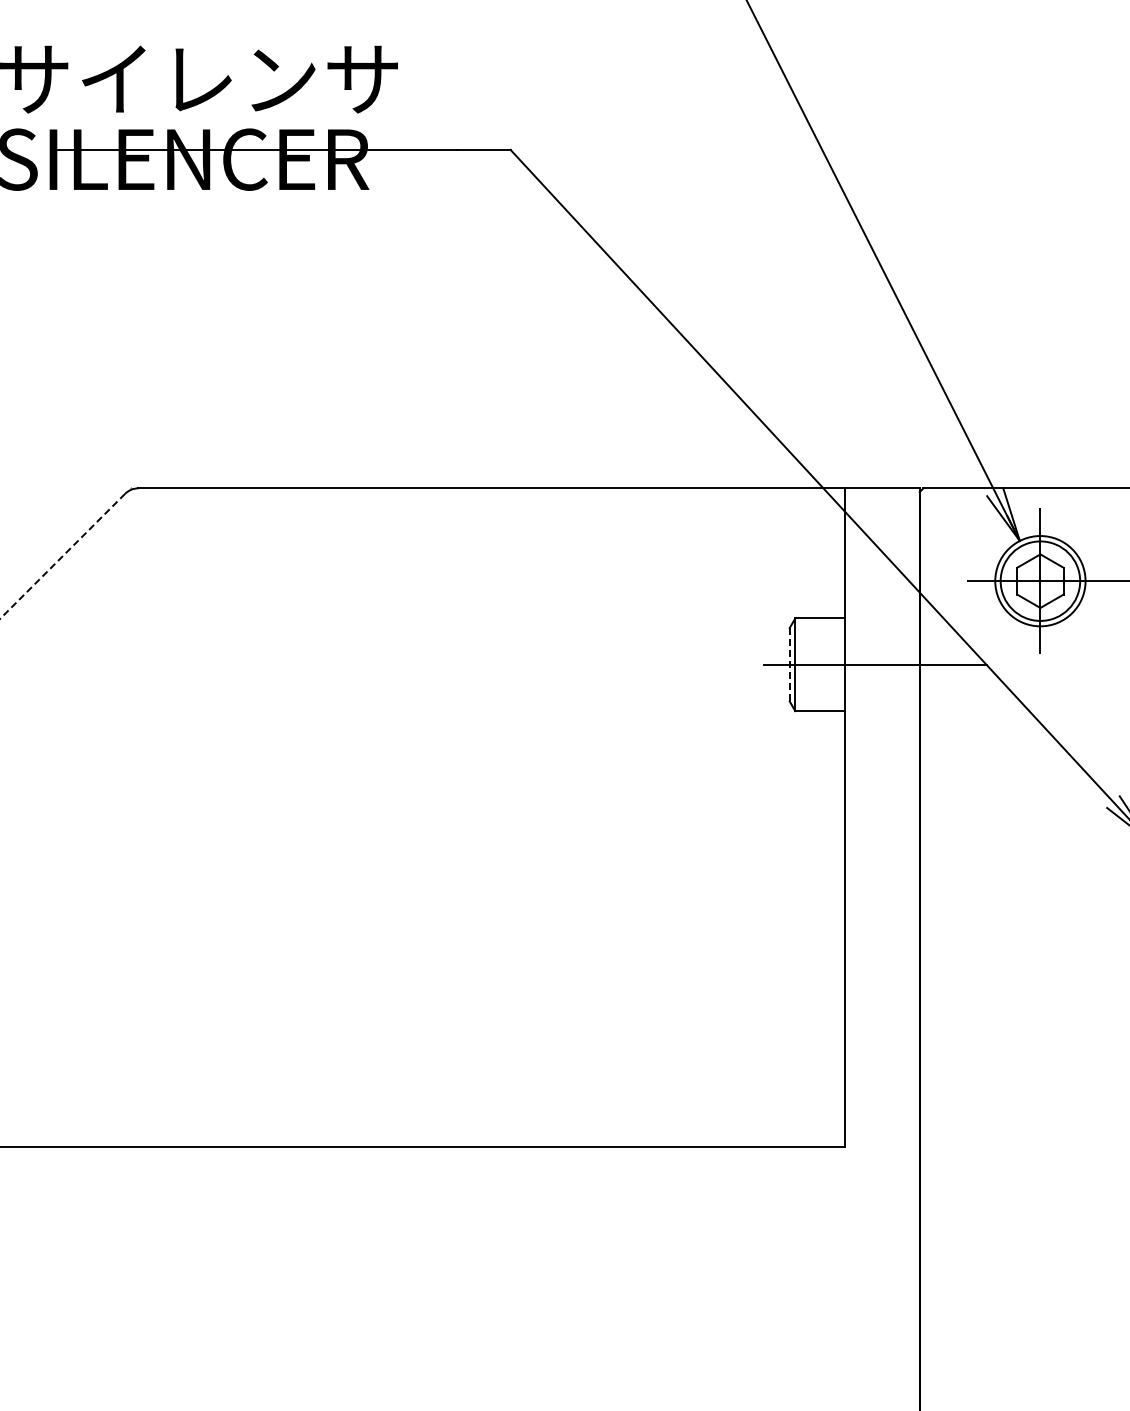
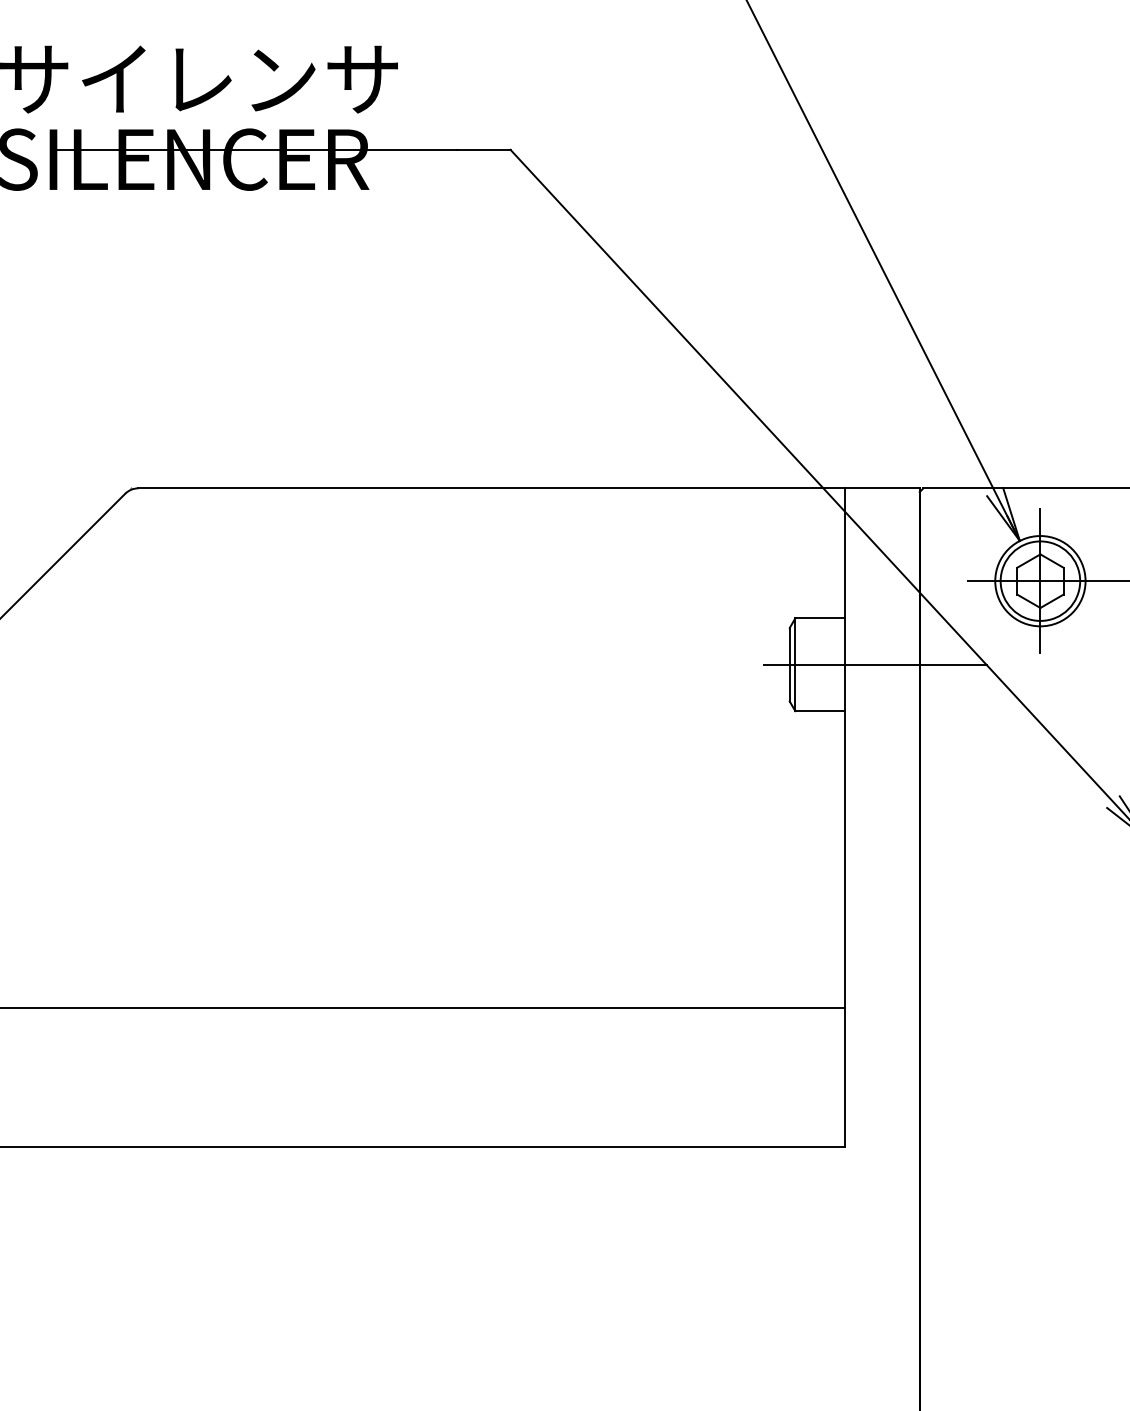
line at (62, 556): dashed -> solid
line at (789, 664): dashed -> solid
line at (423, 1008): none -> present
